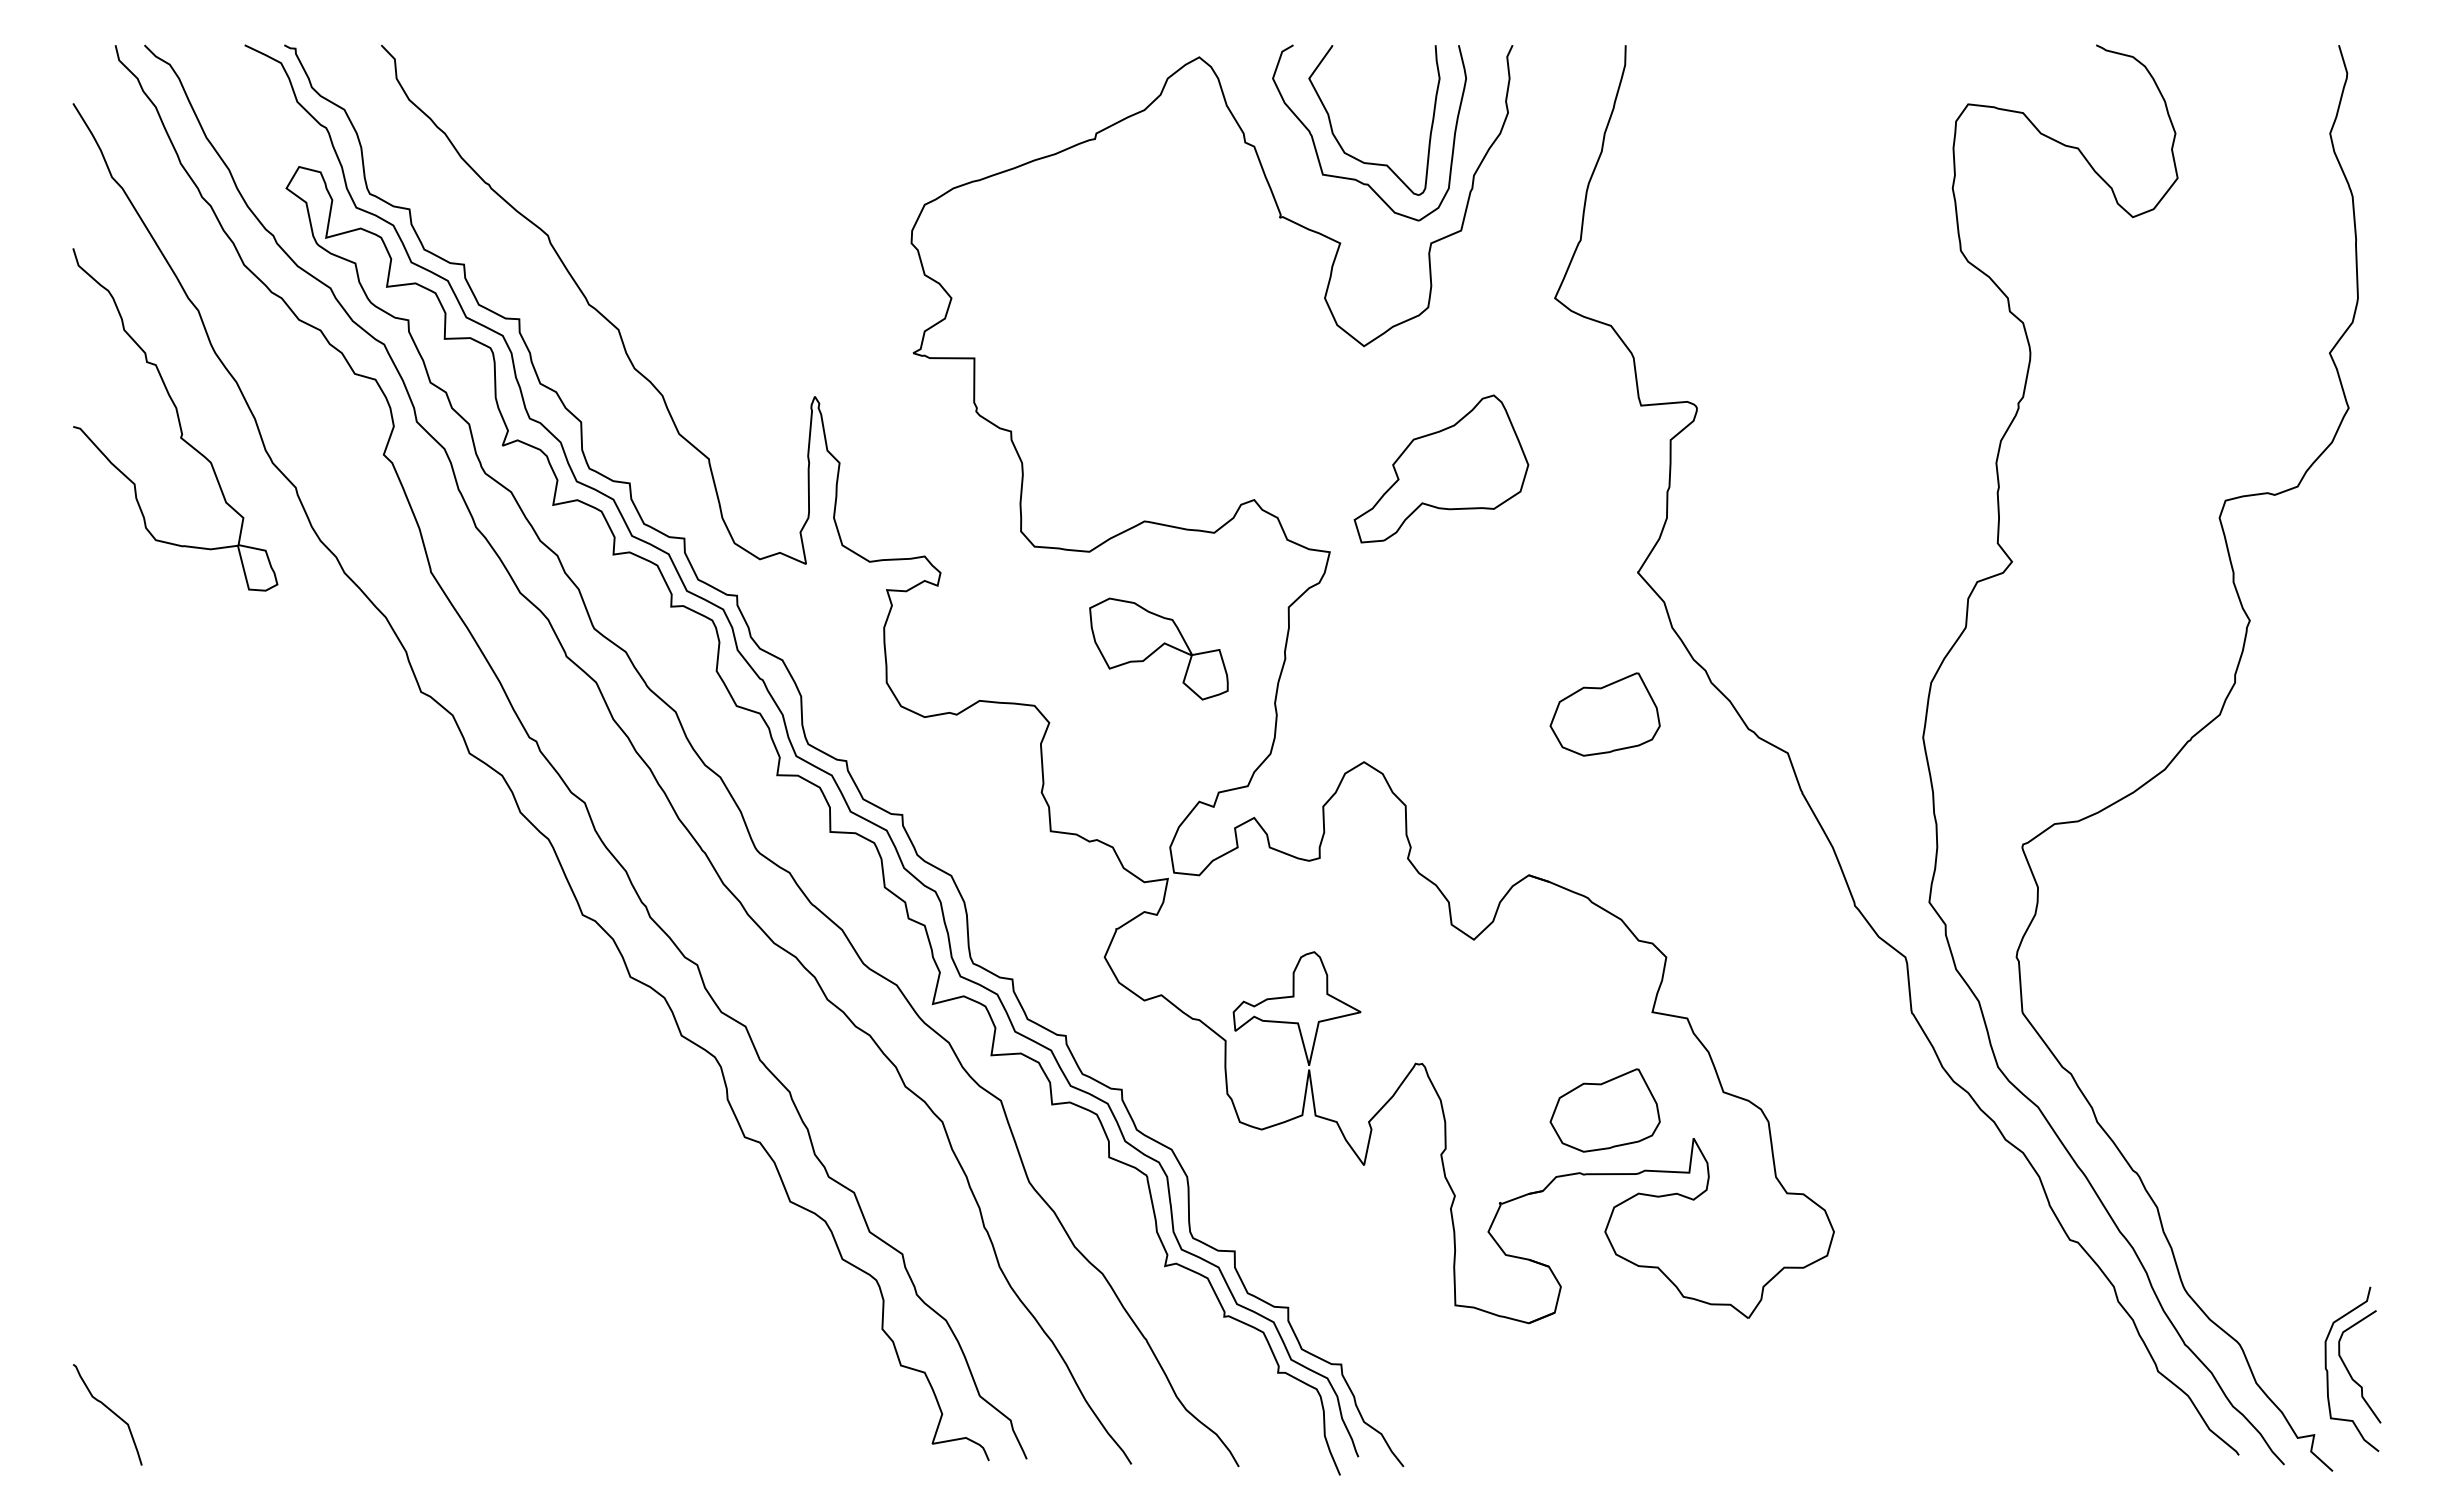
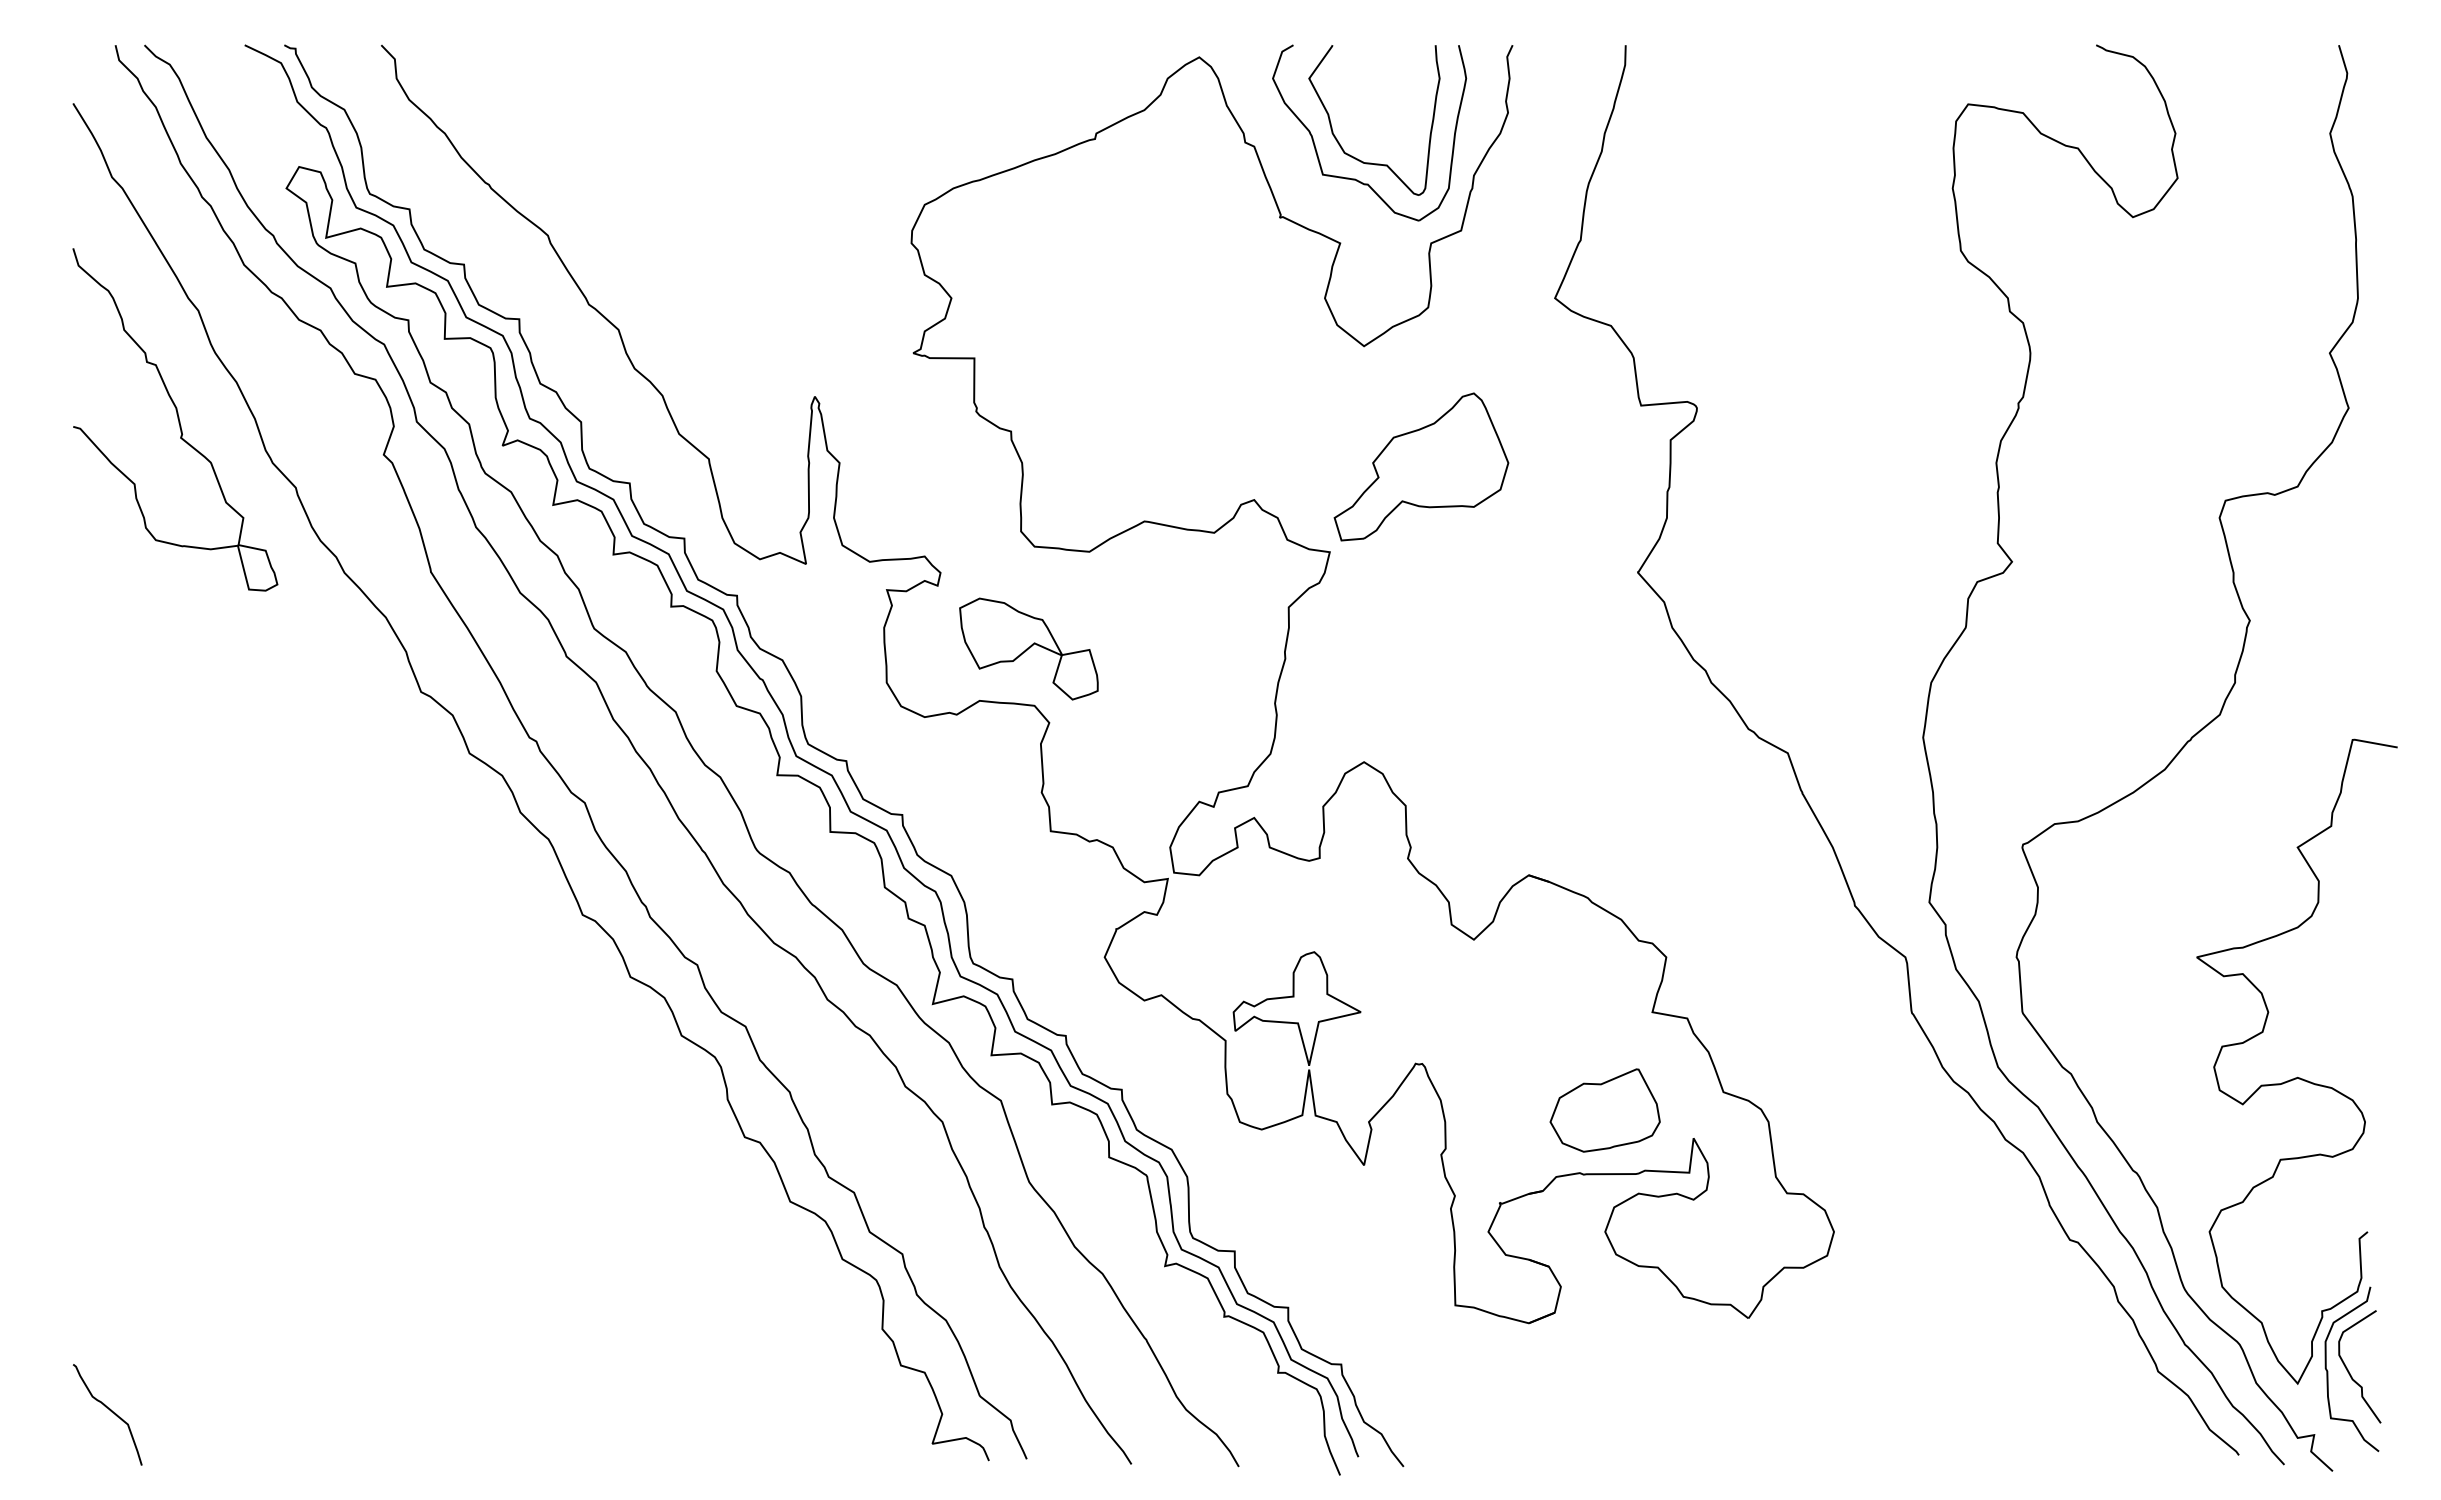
part at (1441, 468) position: (1441, 468) -> (1421, 466)
part at (1158, 648) position: (1158, 648) -> (1028, 648)
part at (1604, 714): present -> none
curve at (2297, 1076): none -> present
